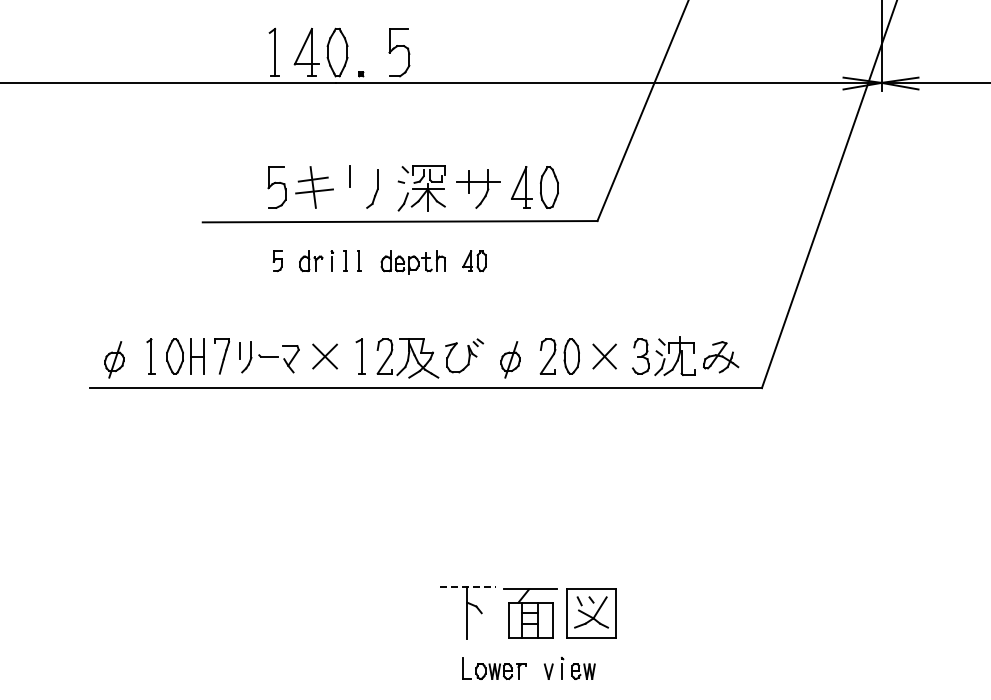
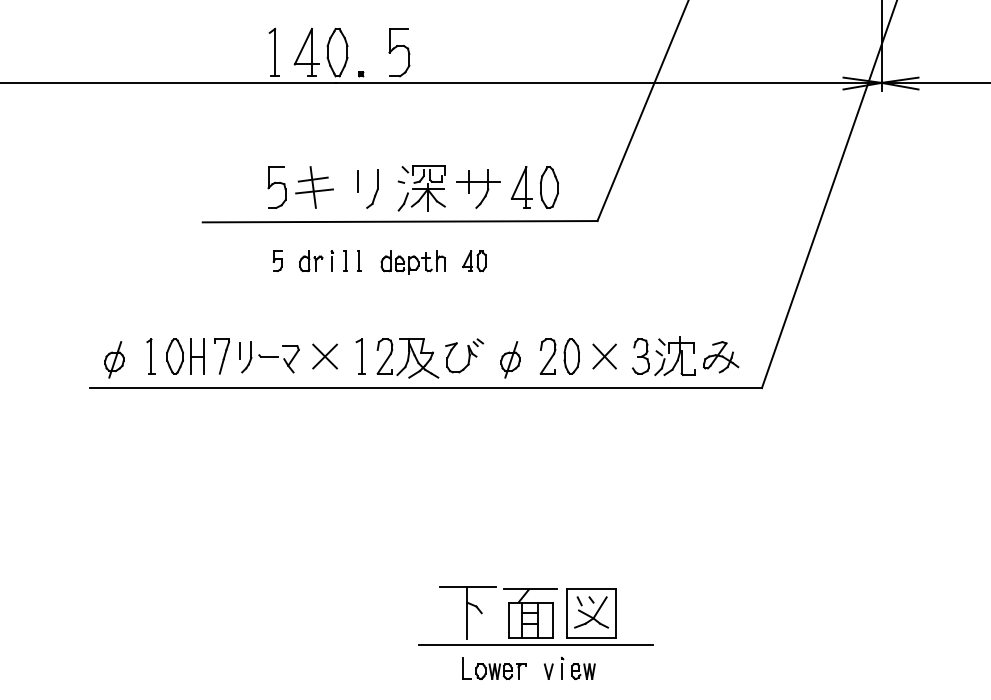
line at (349, 176) position: (349, 176) -> (357, 181)
line at (468, 586): dashed -> solid
line at (535, 644): none -> present
